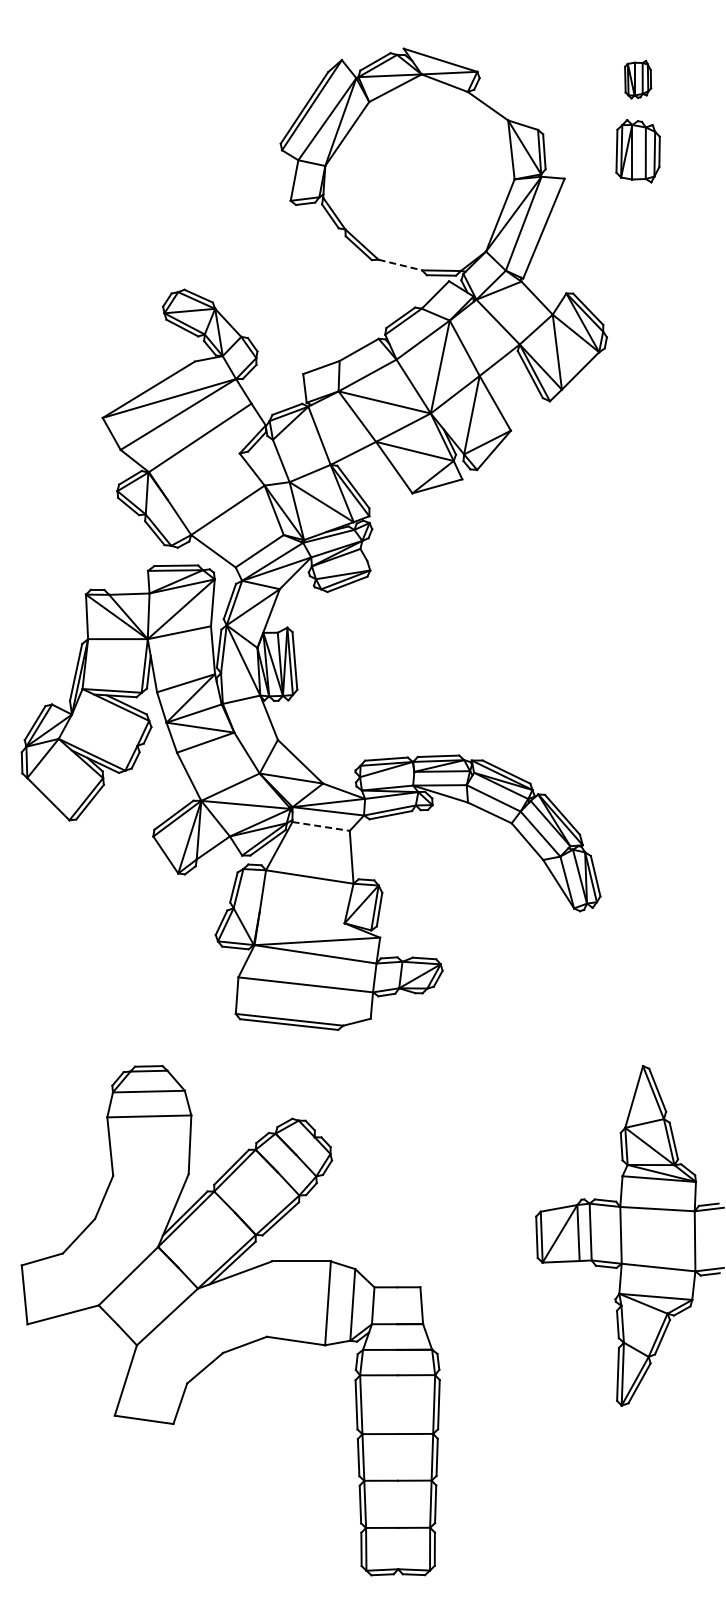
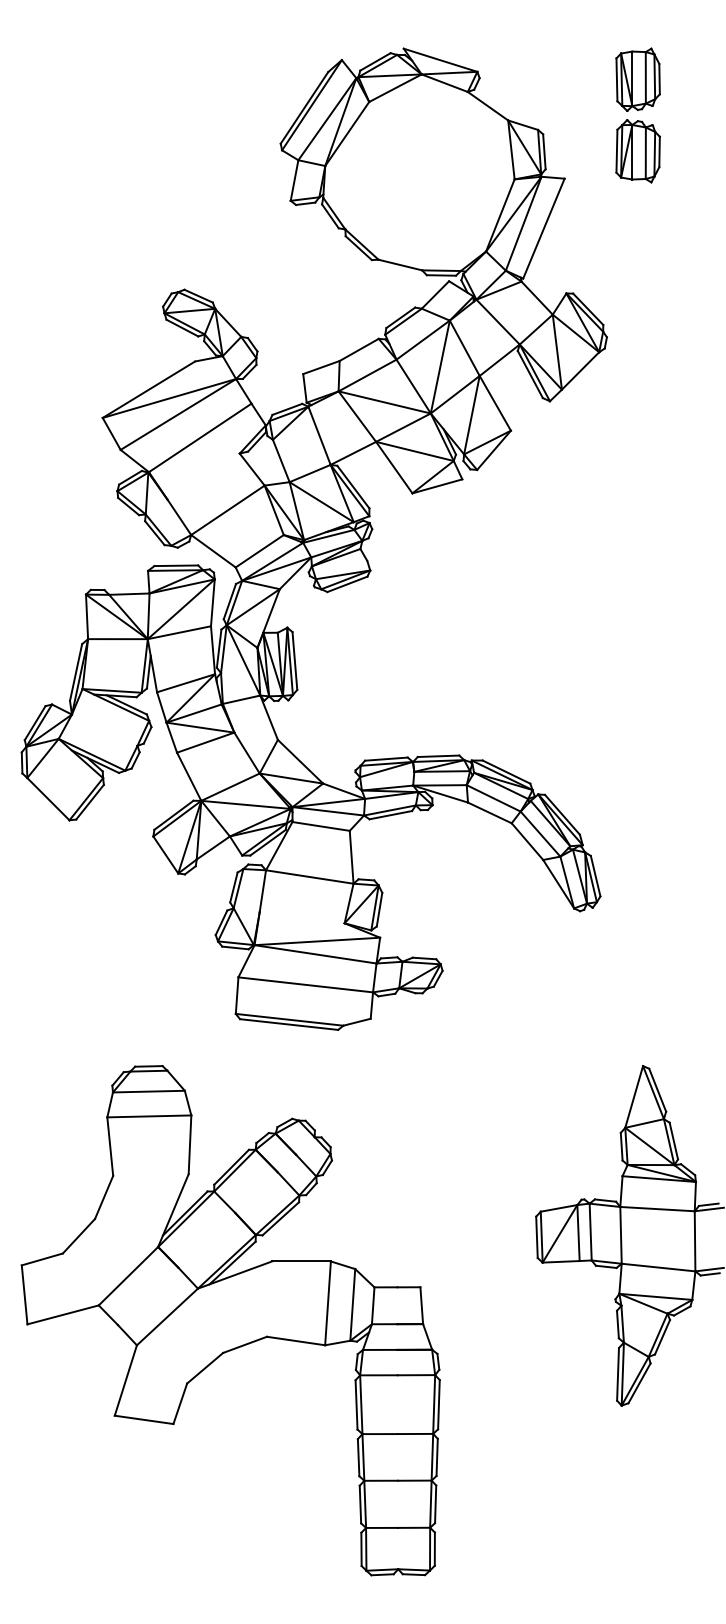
part at (638, 79) size: 29x41 px -> 46x65 px
line at (400, 265): dashed -> solid
line at (321, 826): dashed -> solid
